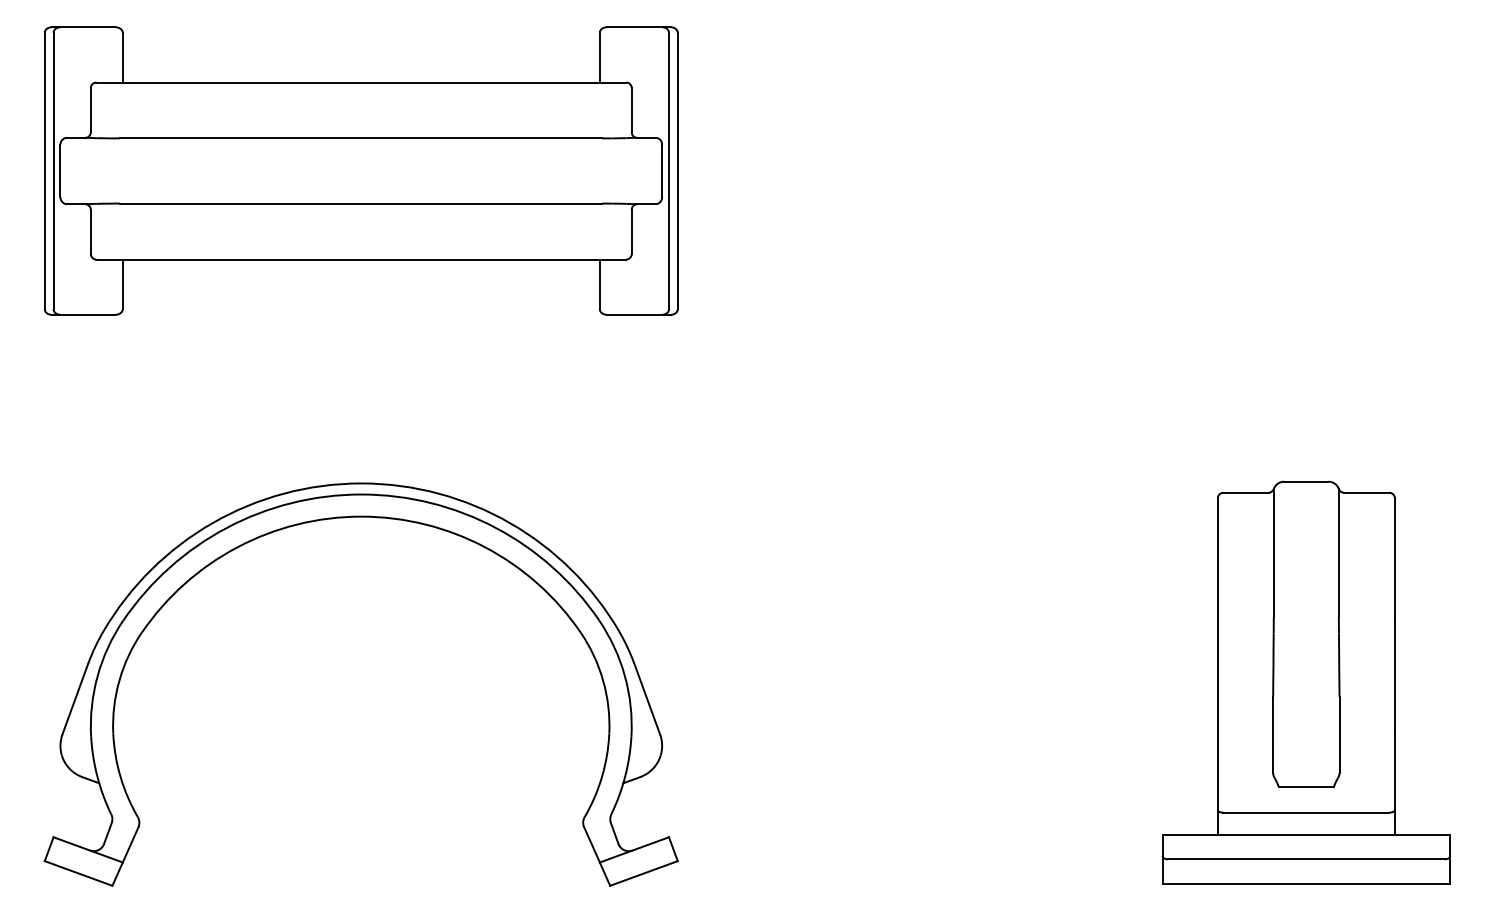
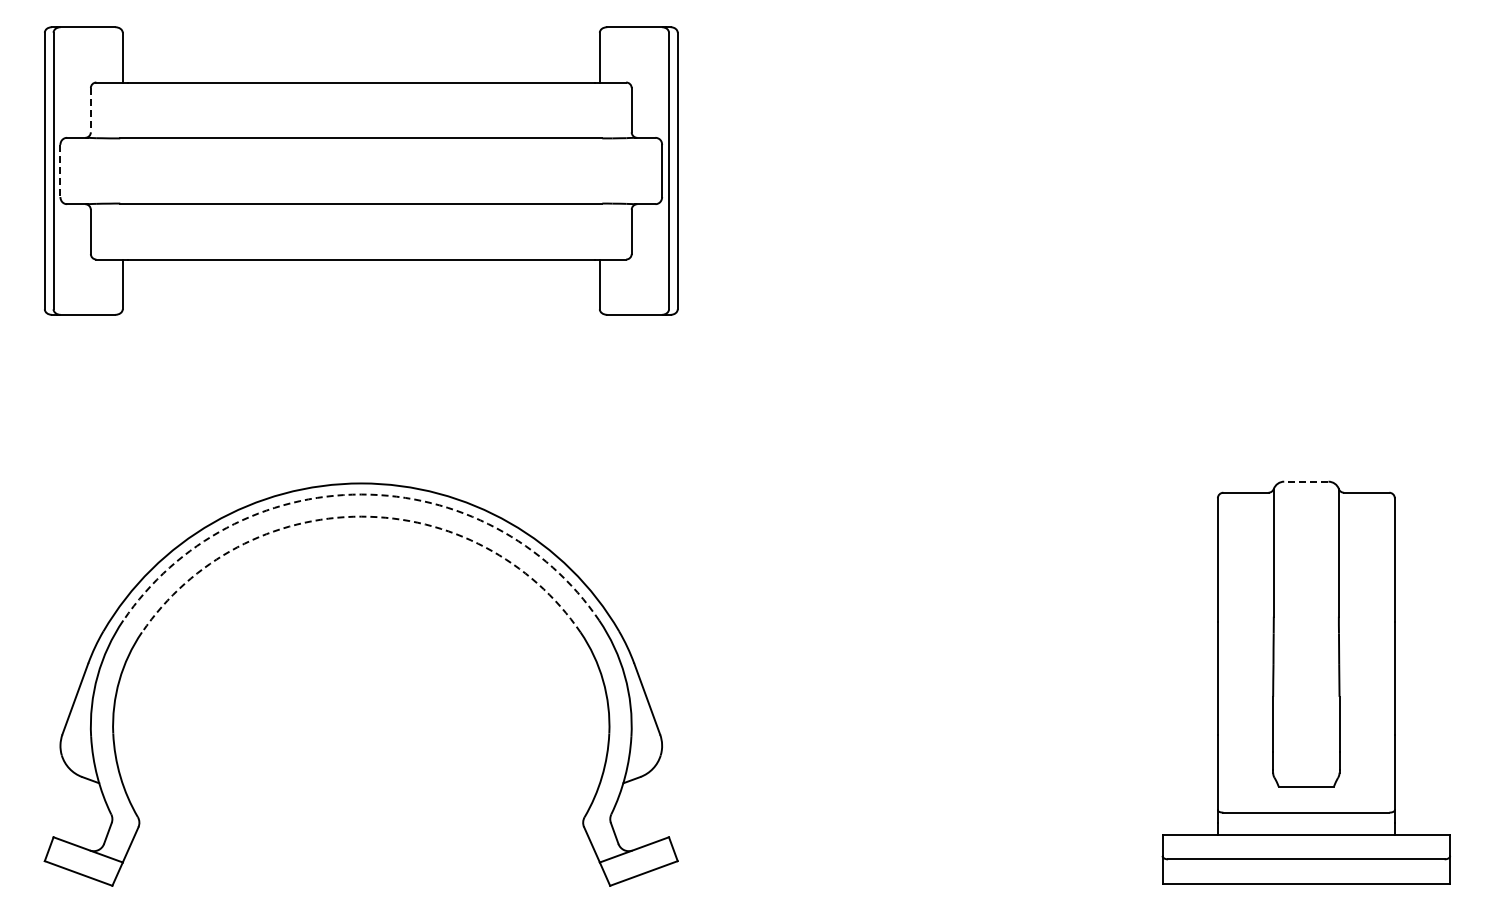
line at (90, 110): solid -> dashed
line at (60, 171): solid -> dashed
line at (1305, 481): solid -> dashed
arc at (361, 494): solid -> dashed
arc at (361, 516): solid -> dashed
